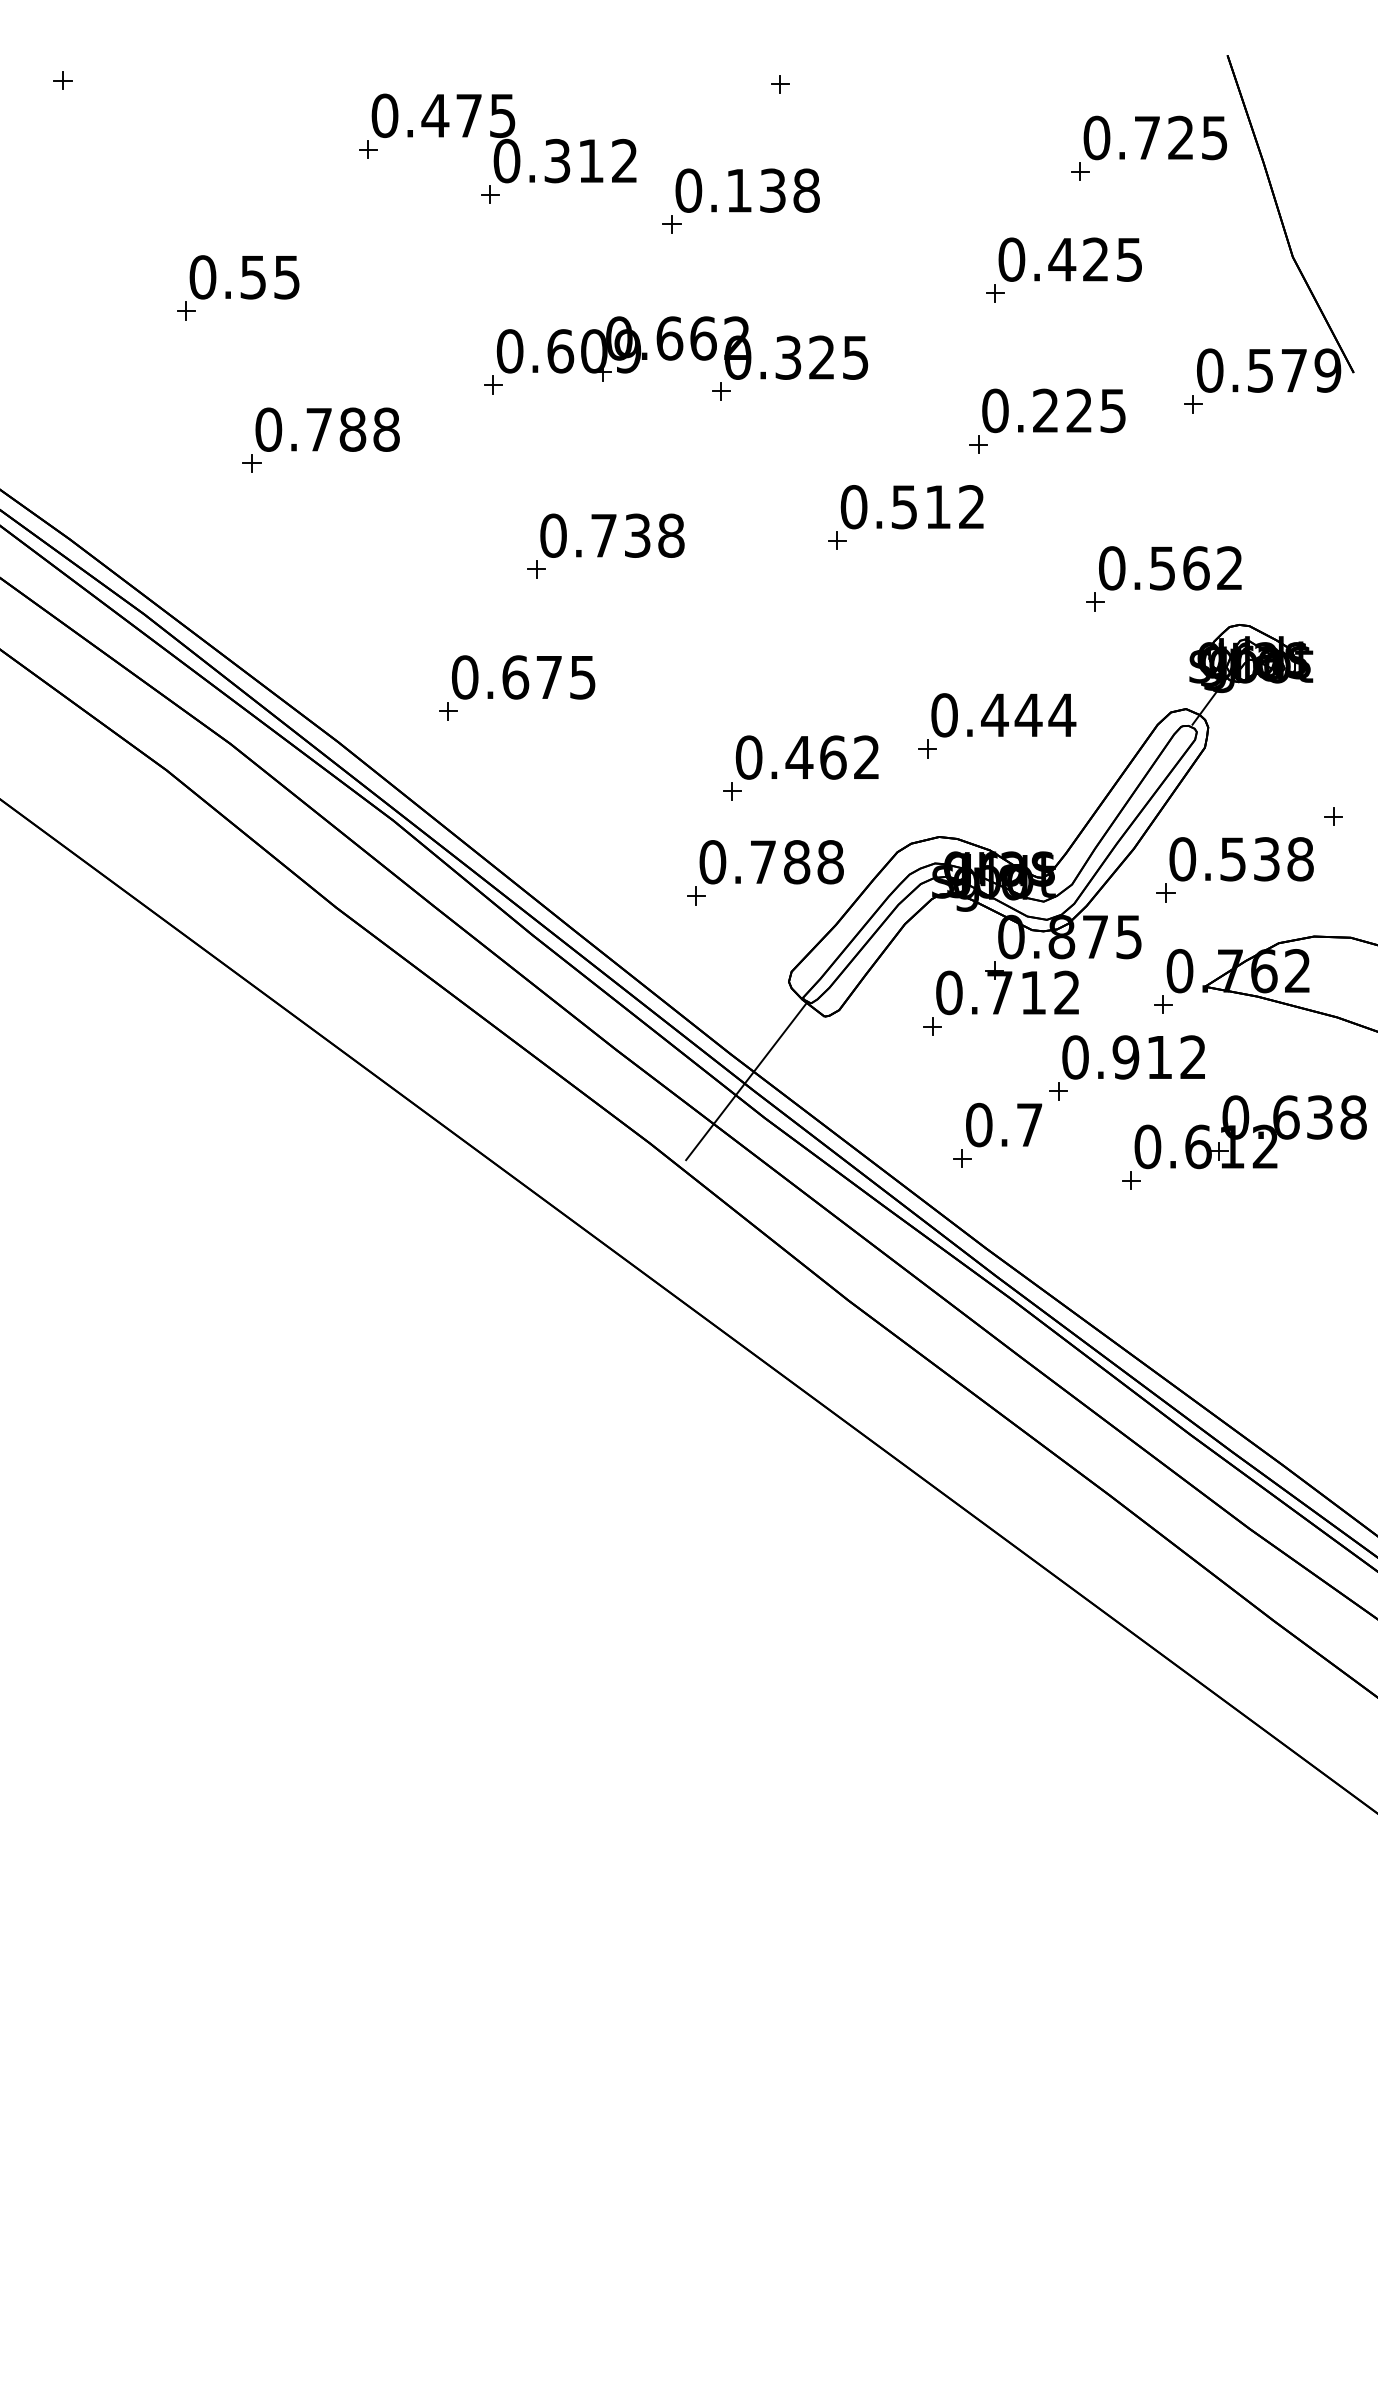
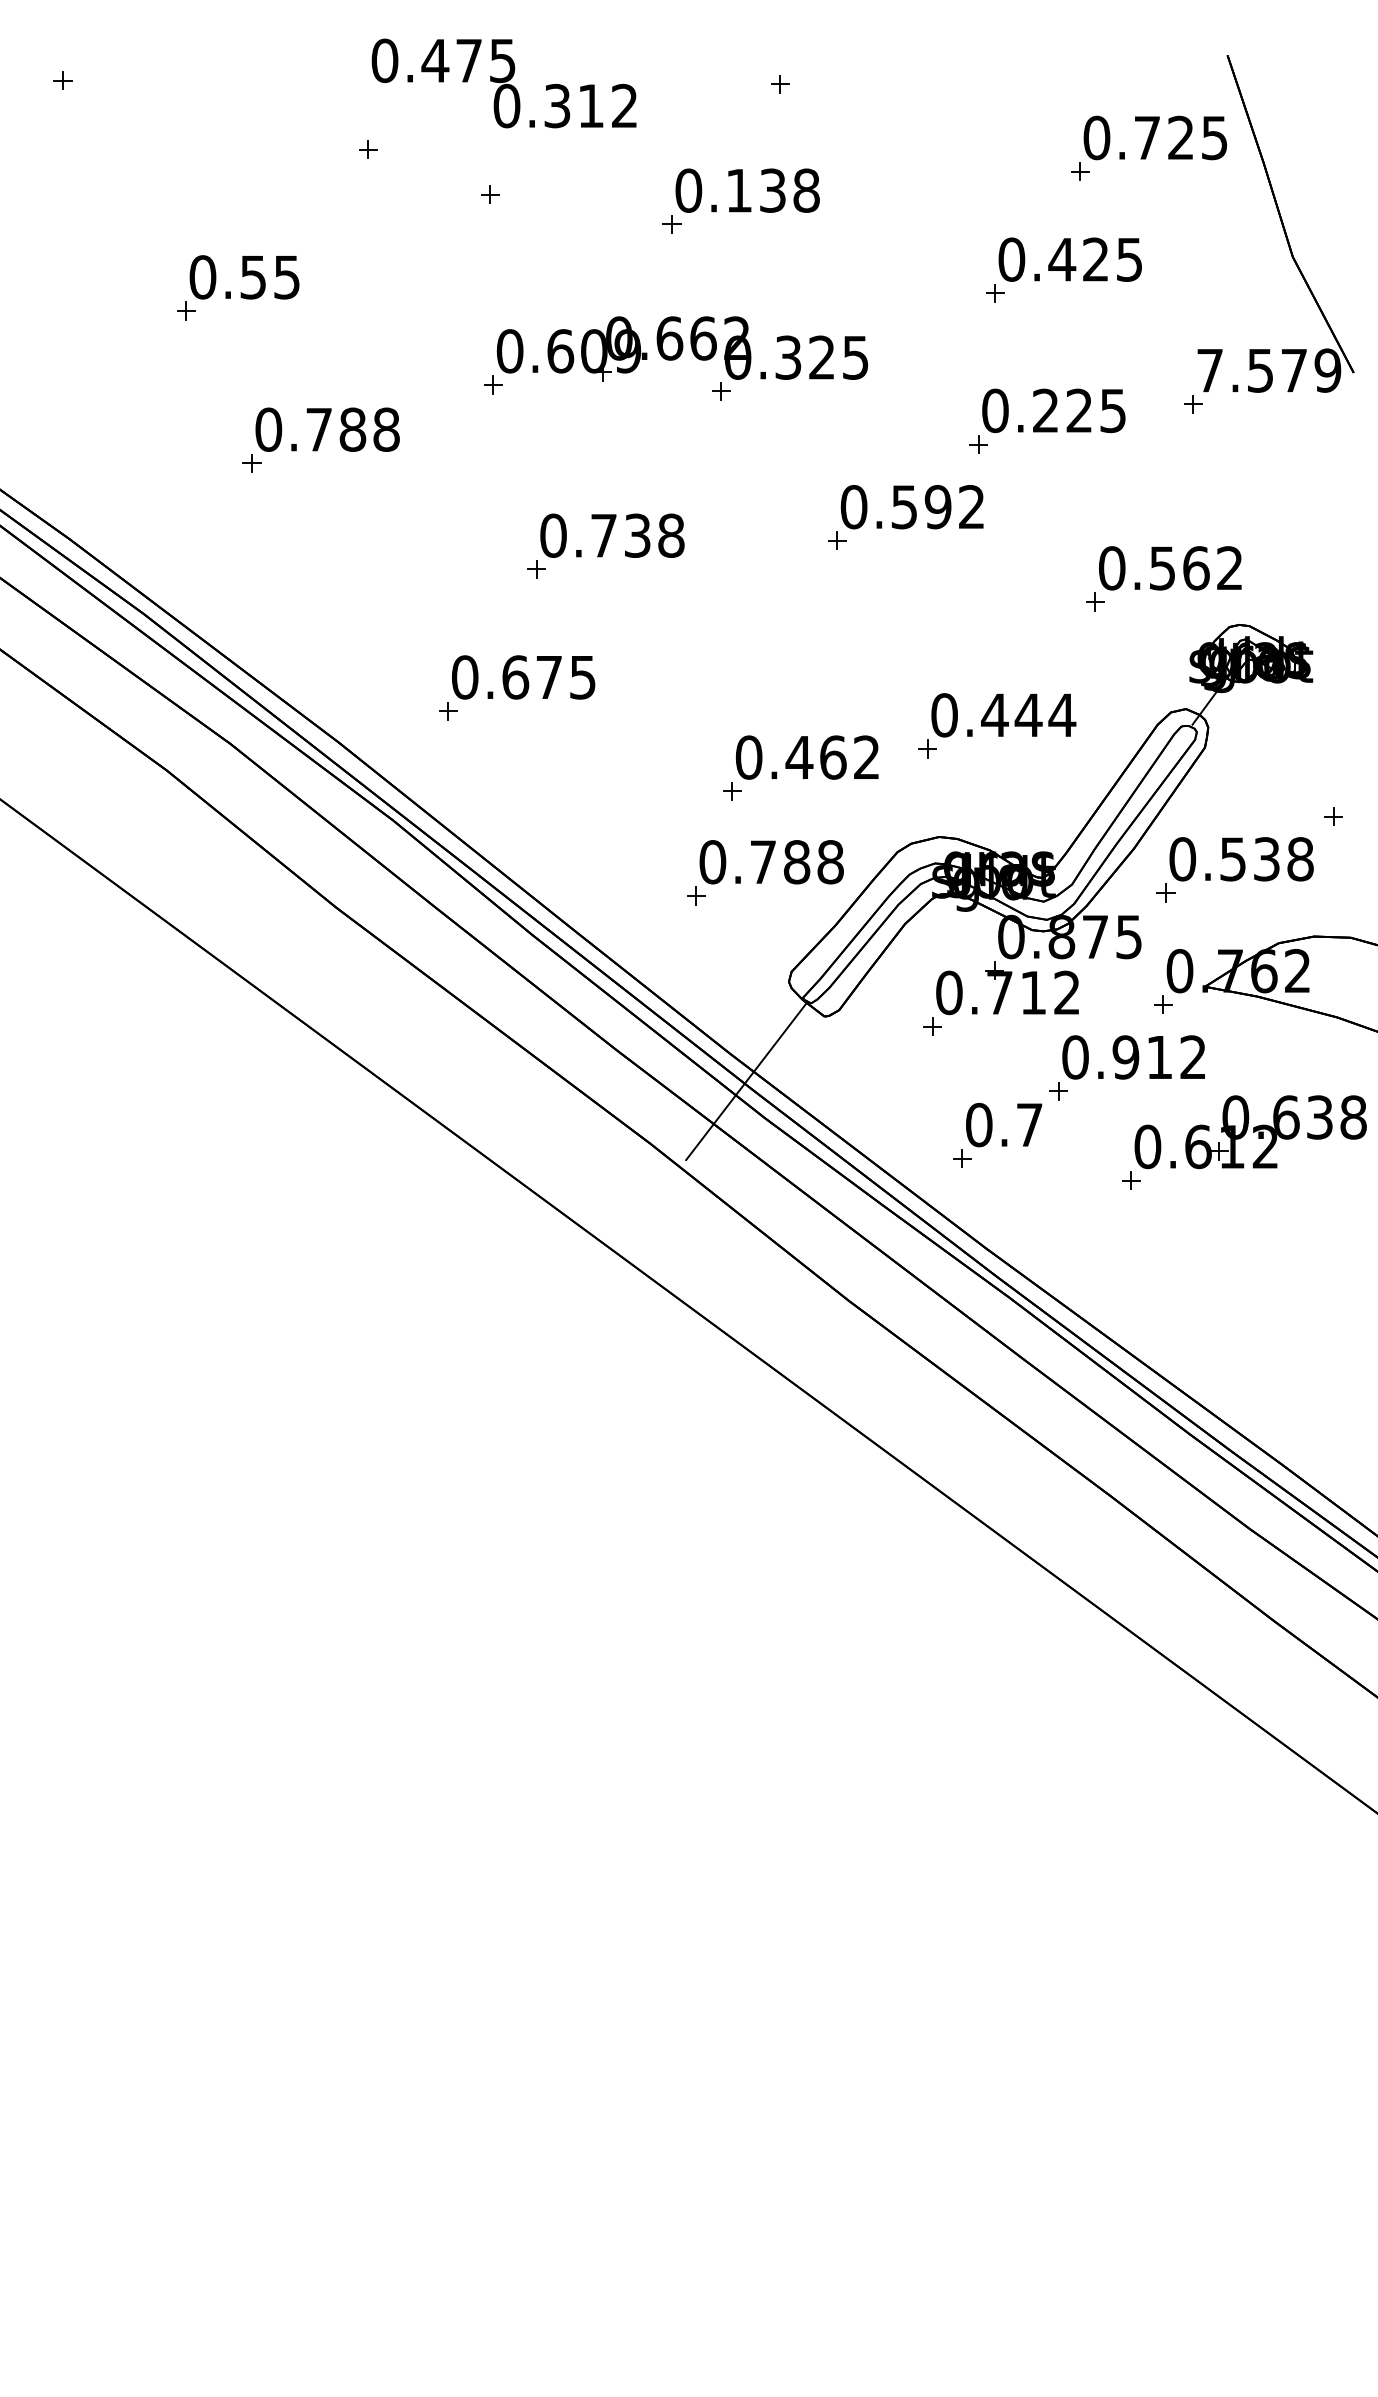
text at (503, 138) position: (503, 138) -> (503, 83)
text at (1210, 370): 0.579 -> 7.579
text at (937, 507): 0.512 -> 0.592
